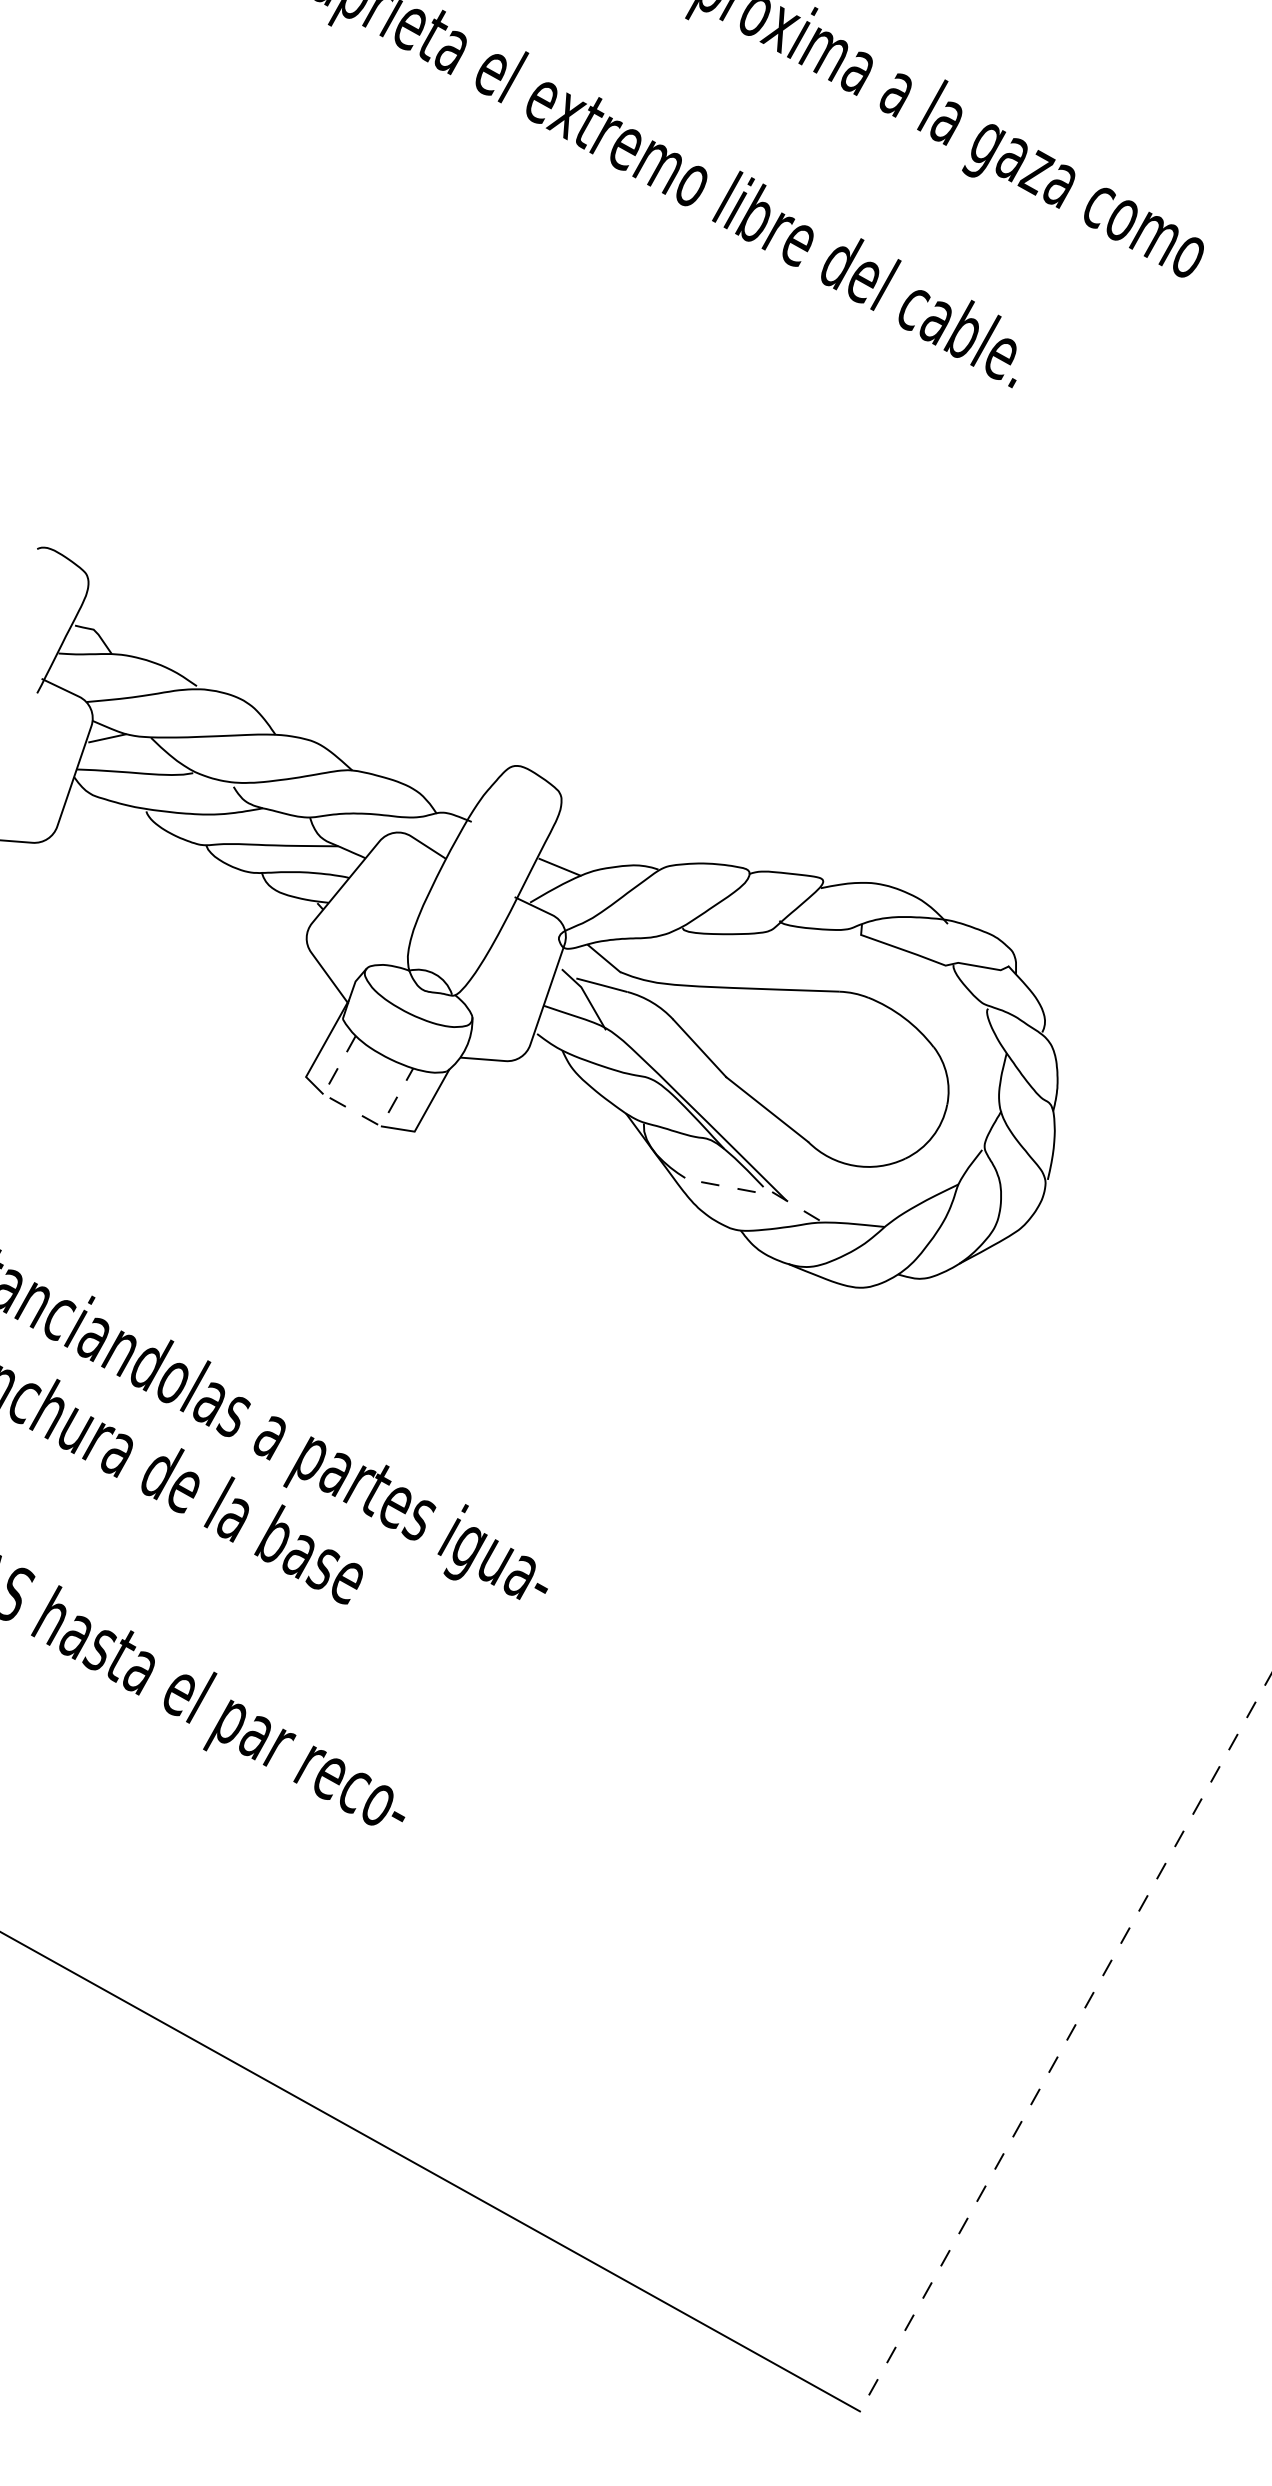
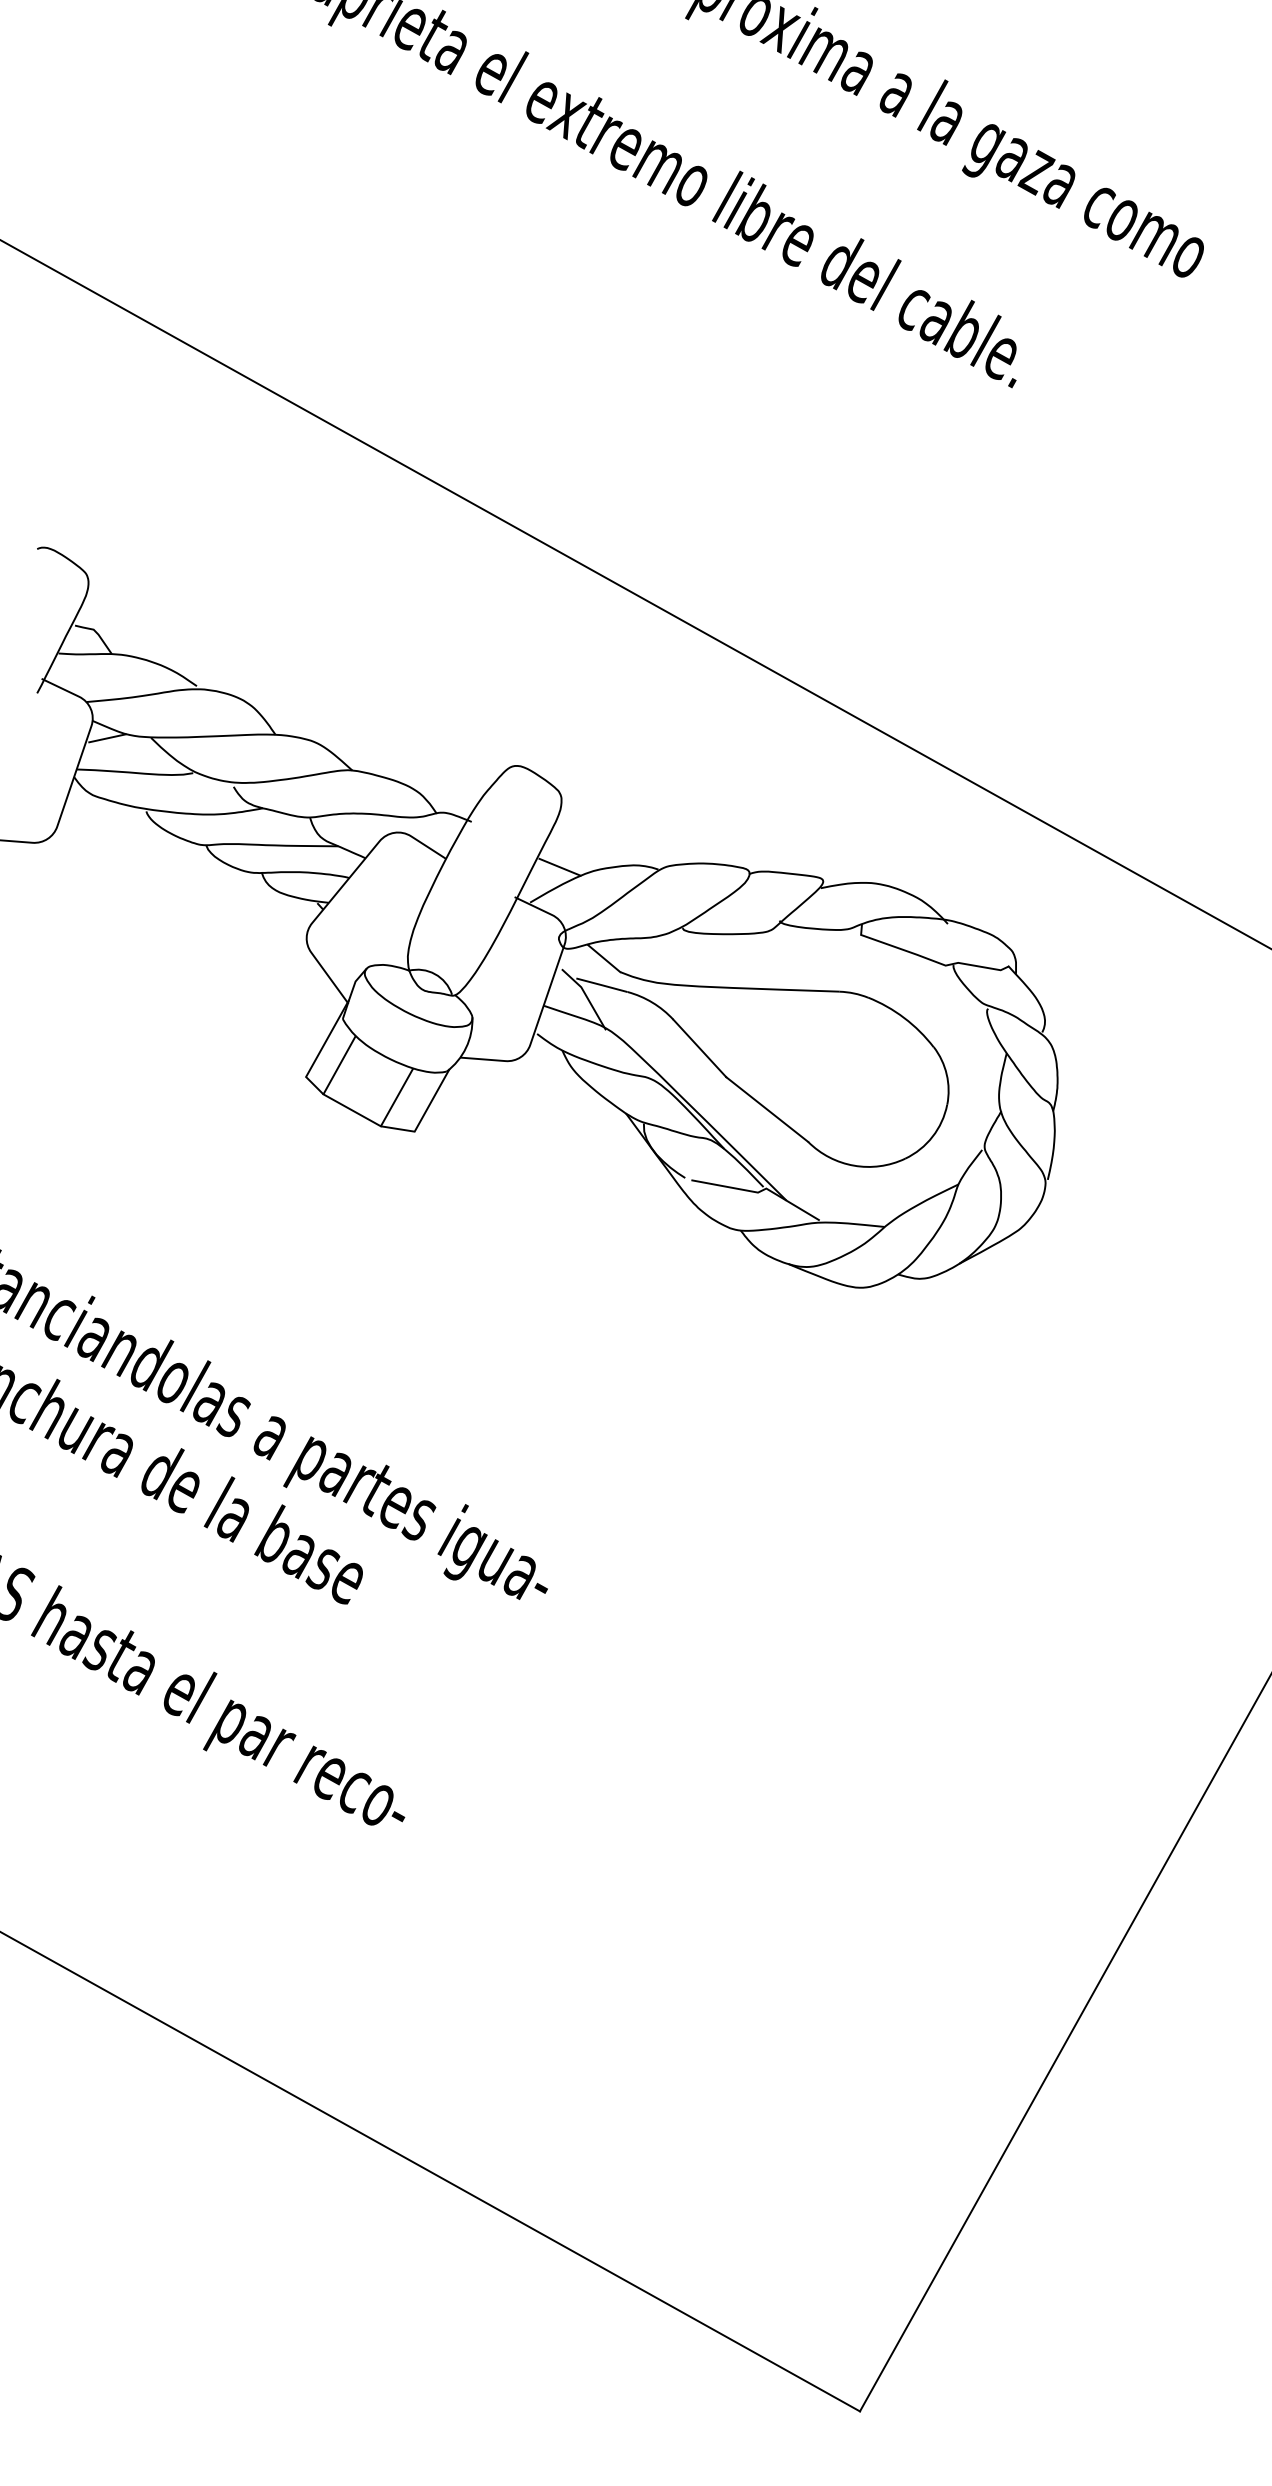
line at (635, 594): none -> present
line at (352, 1110): dashed -> solid
line at (759, 1191): dashed -> solid
line at (1065, 2042): dashed -> solid
